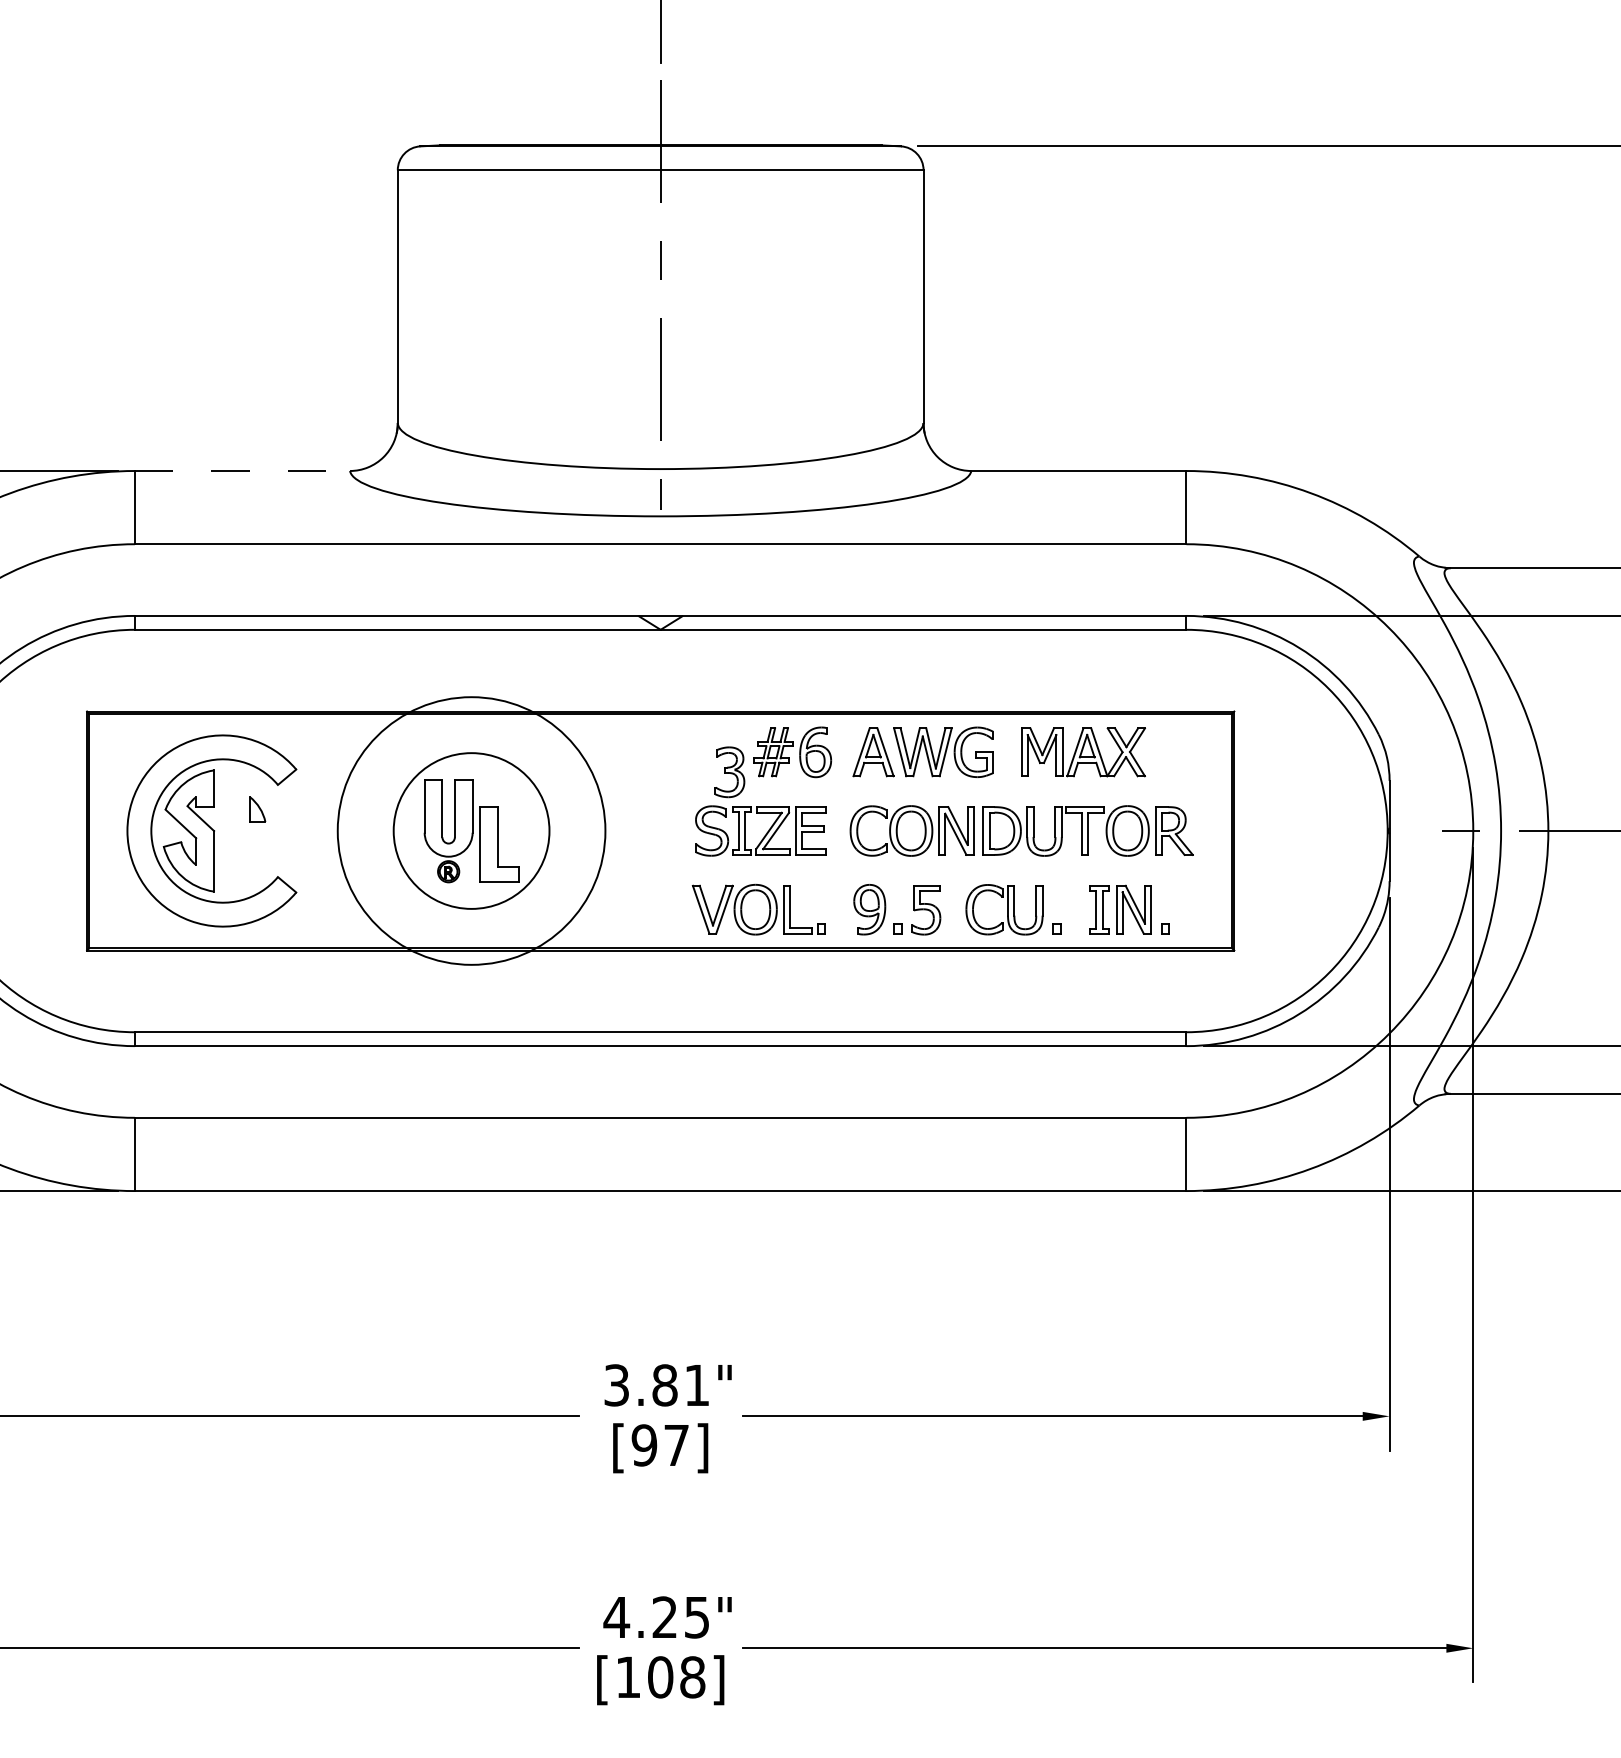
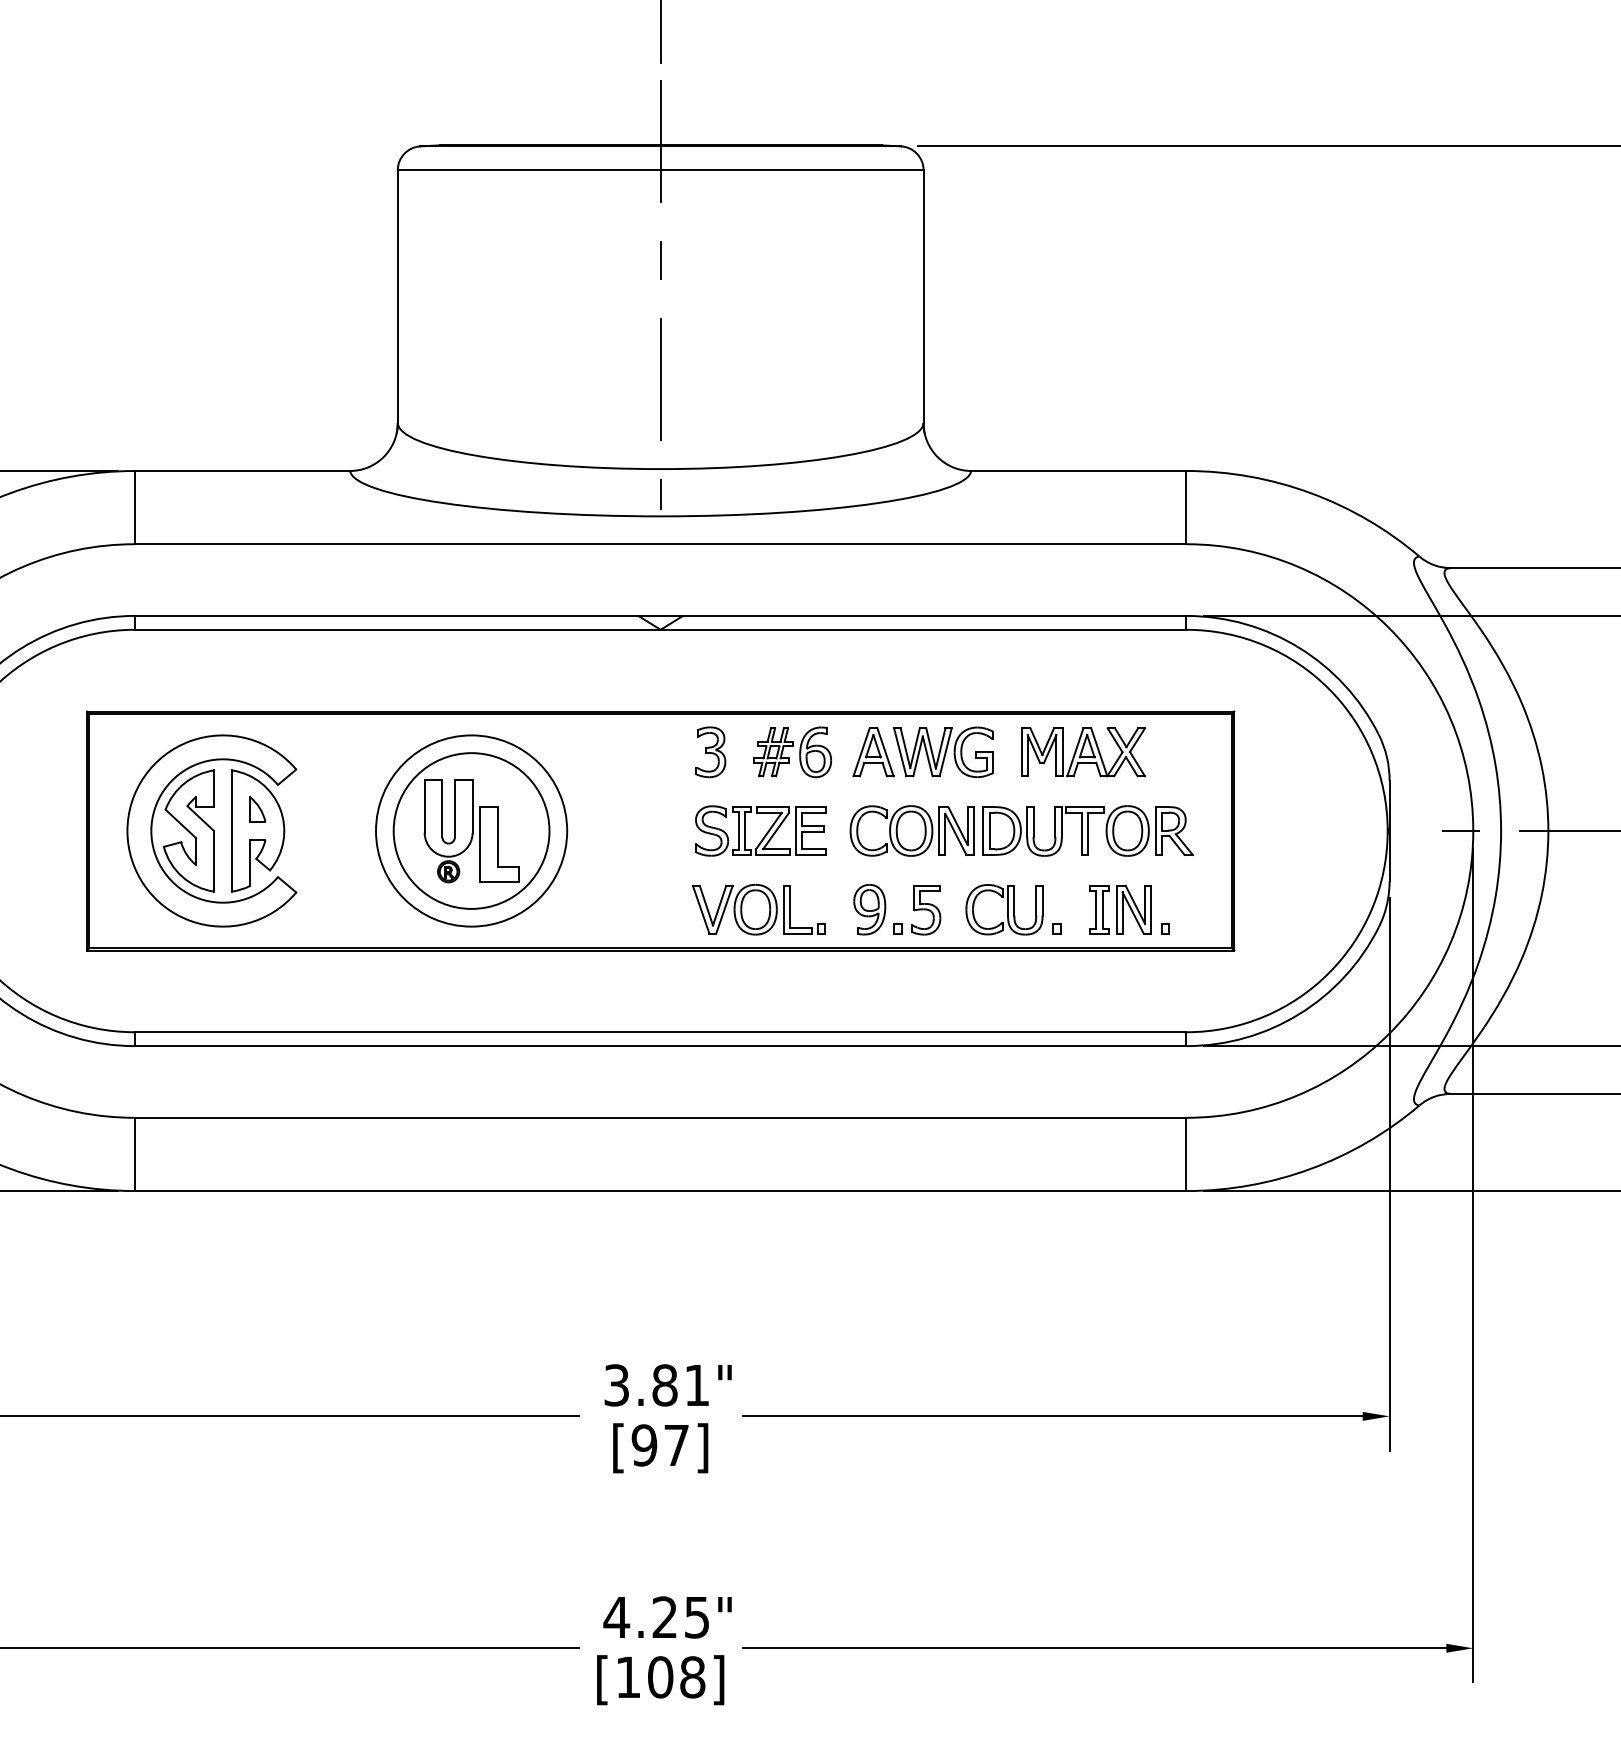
line at (242, 471): dashed -> solid
part at (729, 772) position: (729, 772) -> (710, 752)
part at (258, 830): none -> present
circle at (471, 830) diameter: 268 px -> 191 px
